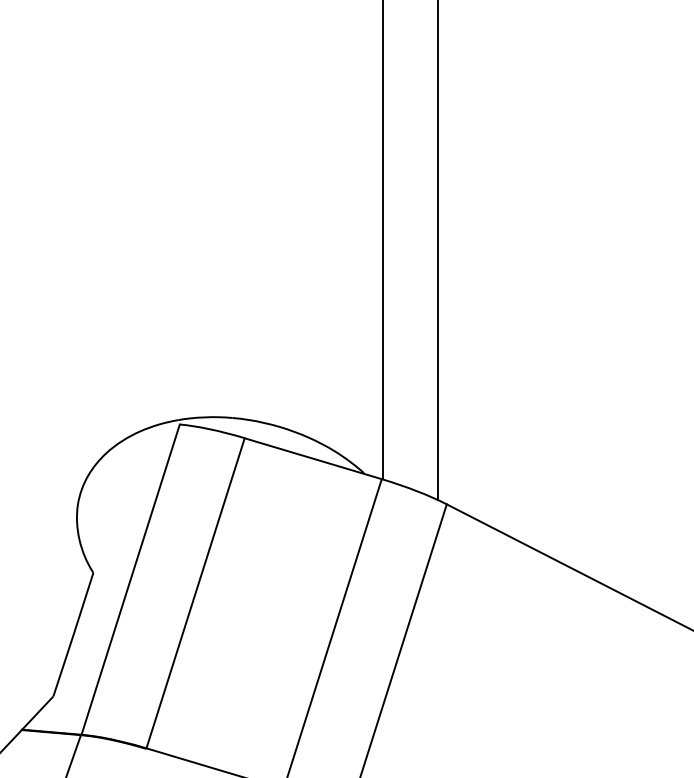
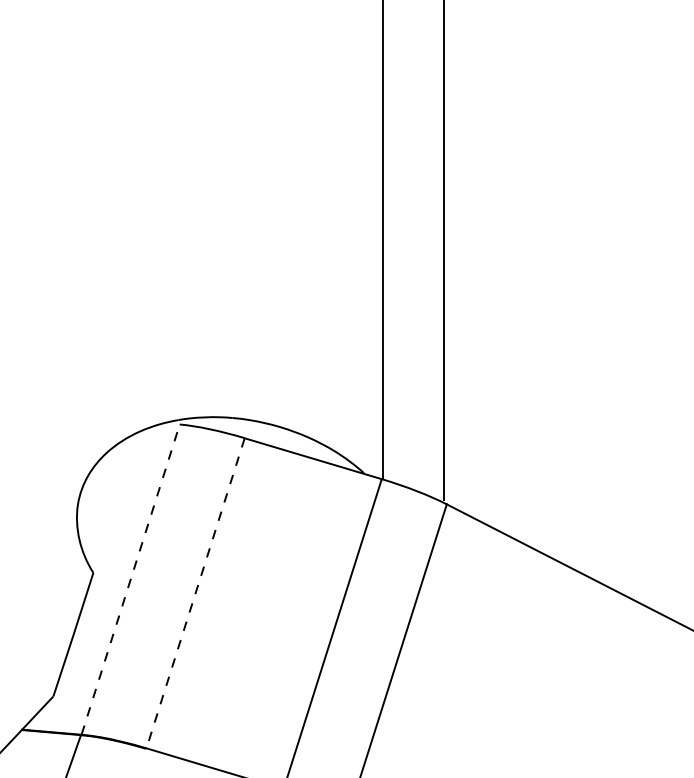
line at (437, 251) position: (437, 251) -> (443, 251)
line at (130, 579): solid -> dashed
line at (195, 593): solid -> dashed
